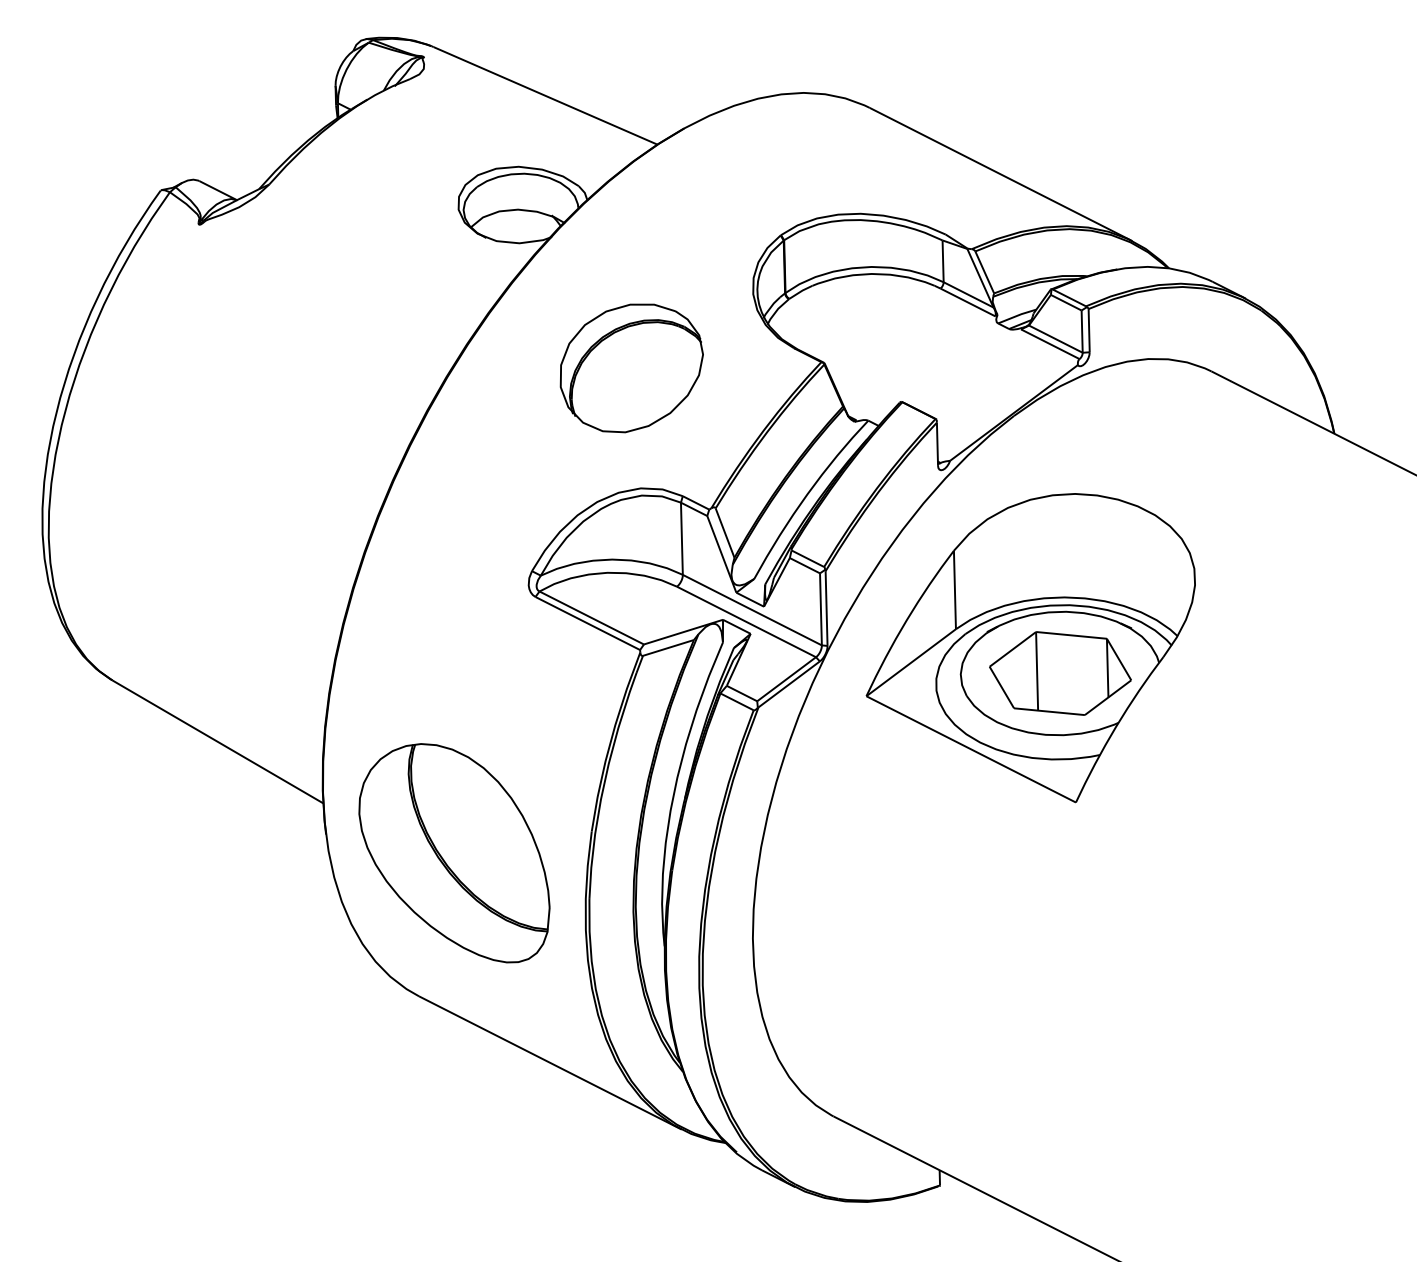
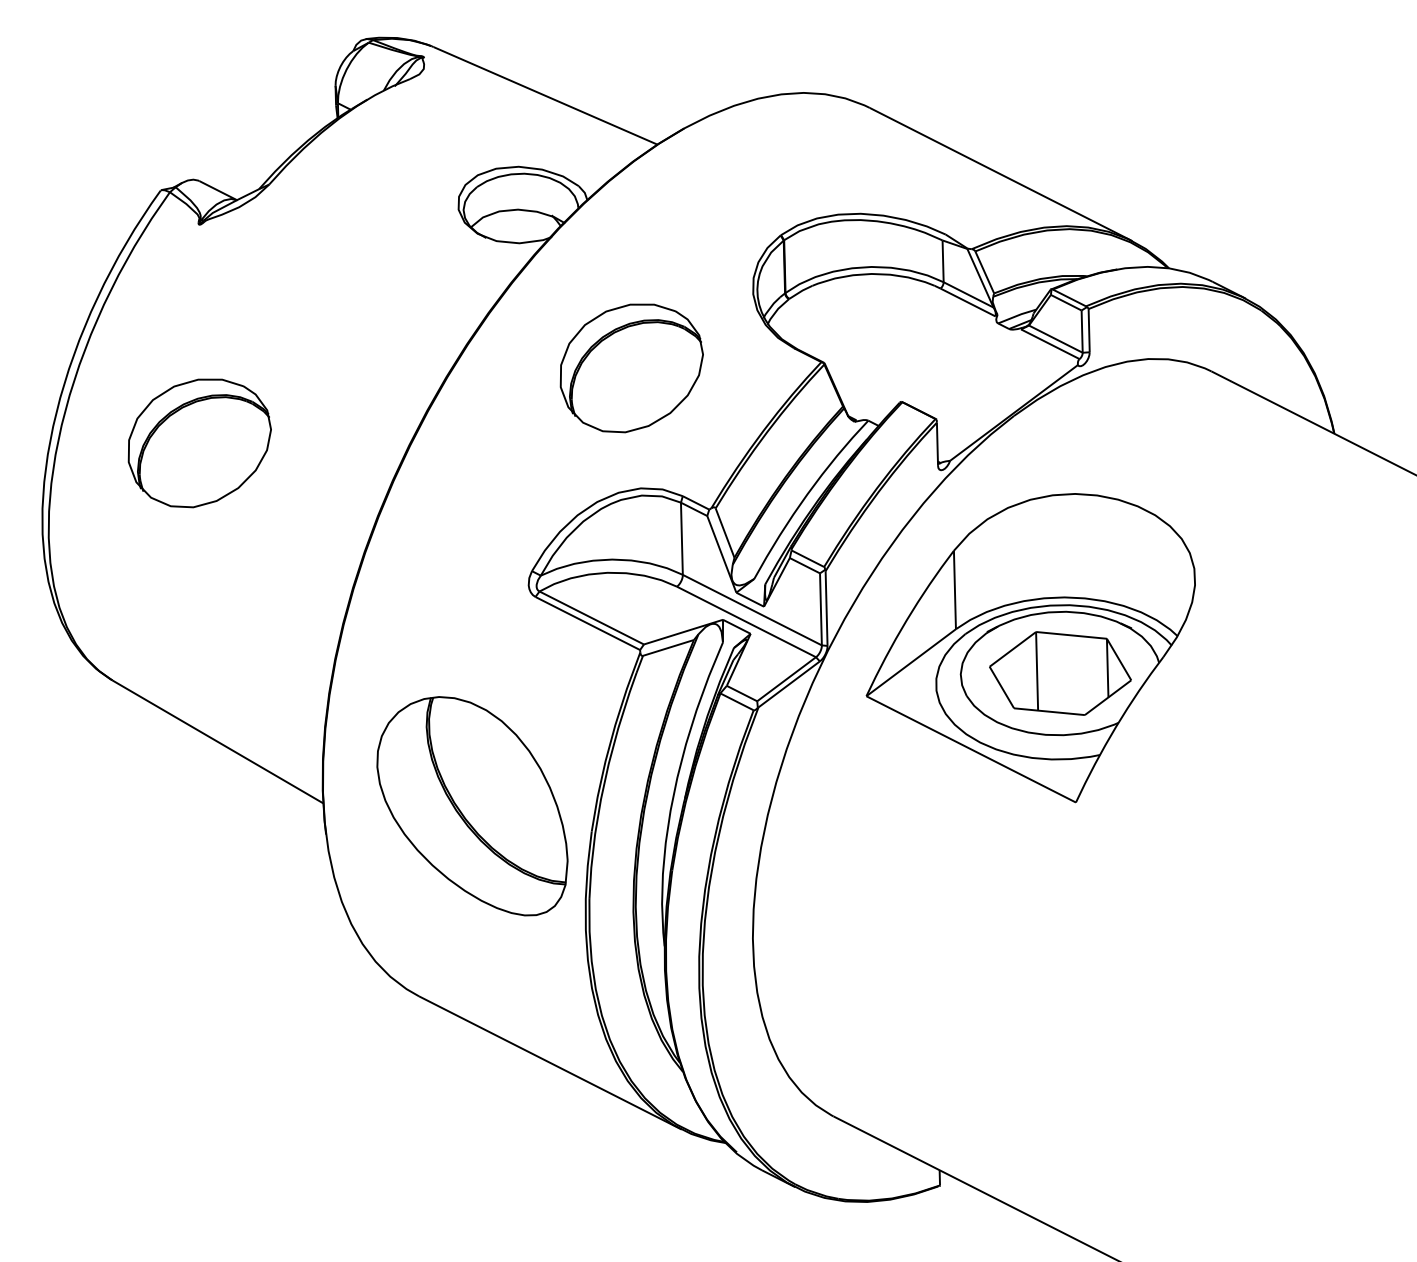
part at (199, 443): none -> present
part at (454, 853) position: (454, 853) -> (472, 806)
